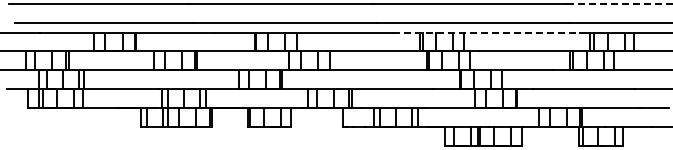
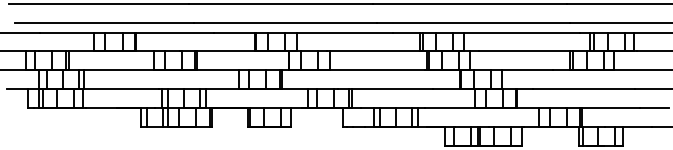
line at (619, 4): dashed -> solid
line at (486, 32): dashed -> solid
